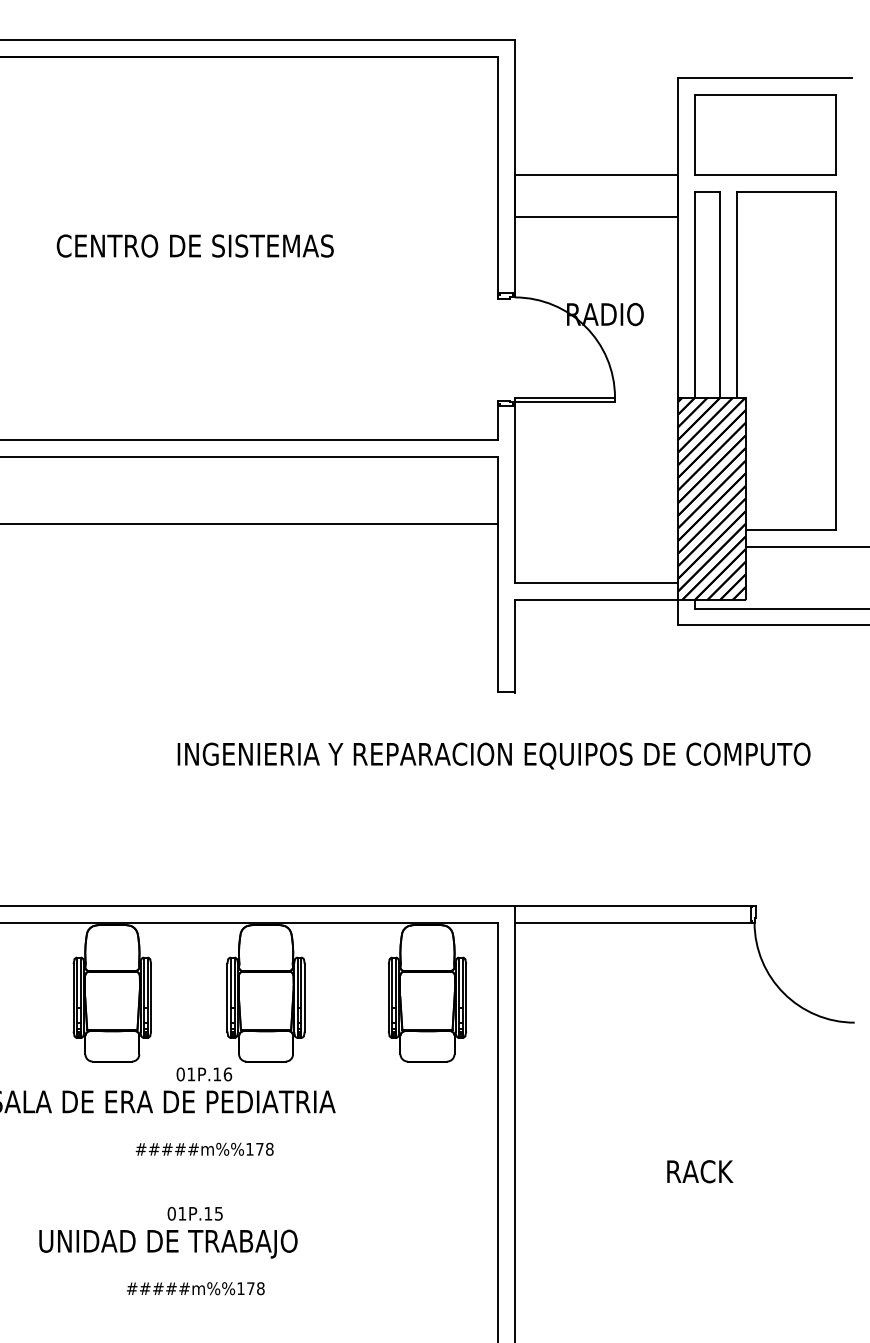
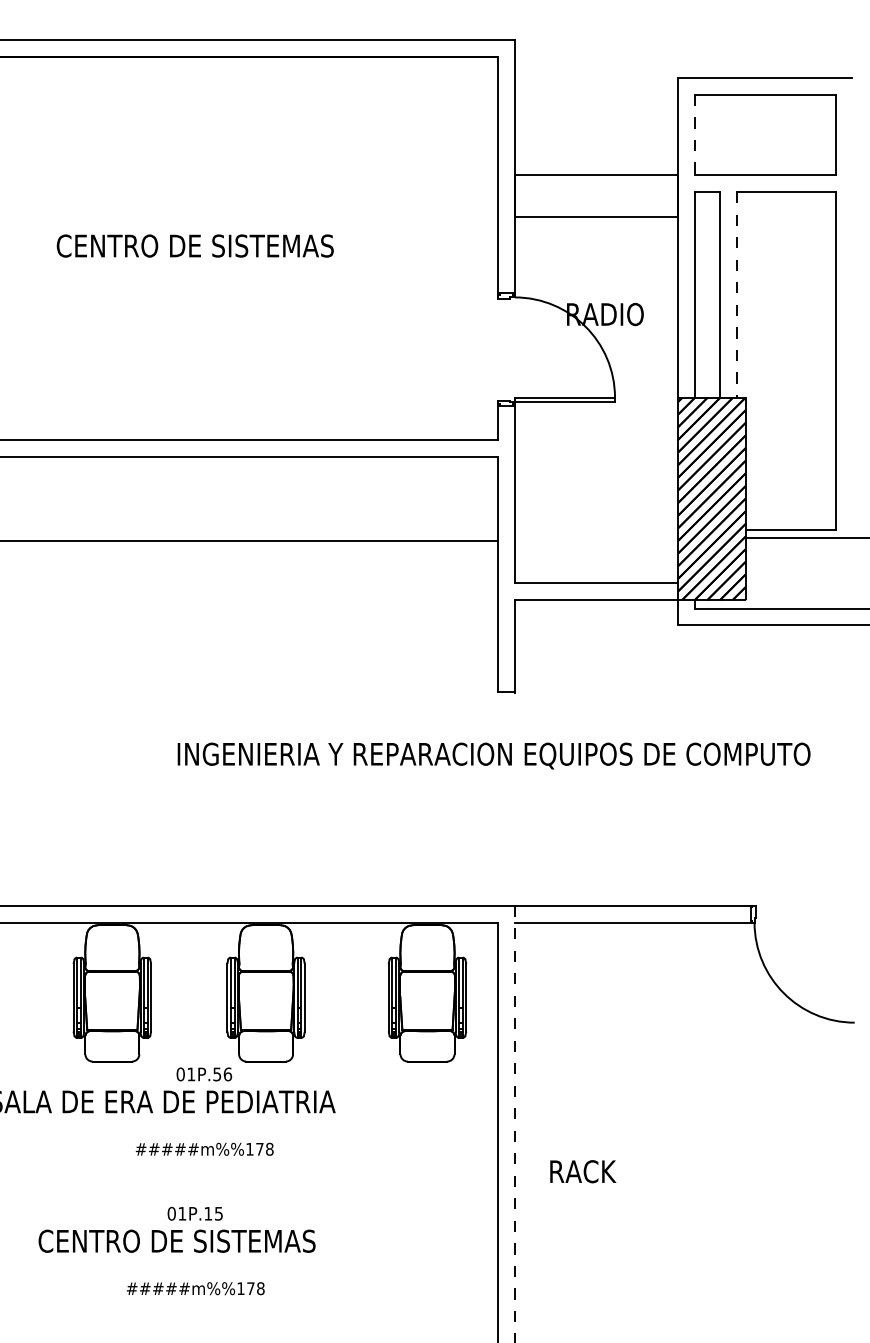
line at (694, 135): solid -> dashed
line at (737, 294): solid -> dashed
line at (249, 524) position: (249, 524) -> (249, 541)
line at (805, 546) position: (805, 546) -> (805, 537)
text at (217, 1074): 01P.16 -> 01P.56
line at (514, 1124): solid -> dashed
text at (700, 1171) position: (700, 1171) -> (583, 1171)
text at (176, 1243): UNIDAD DE TRABAJO -> CENTRO DE SISTEMAS
